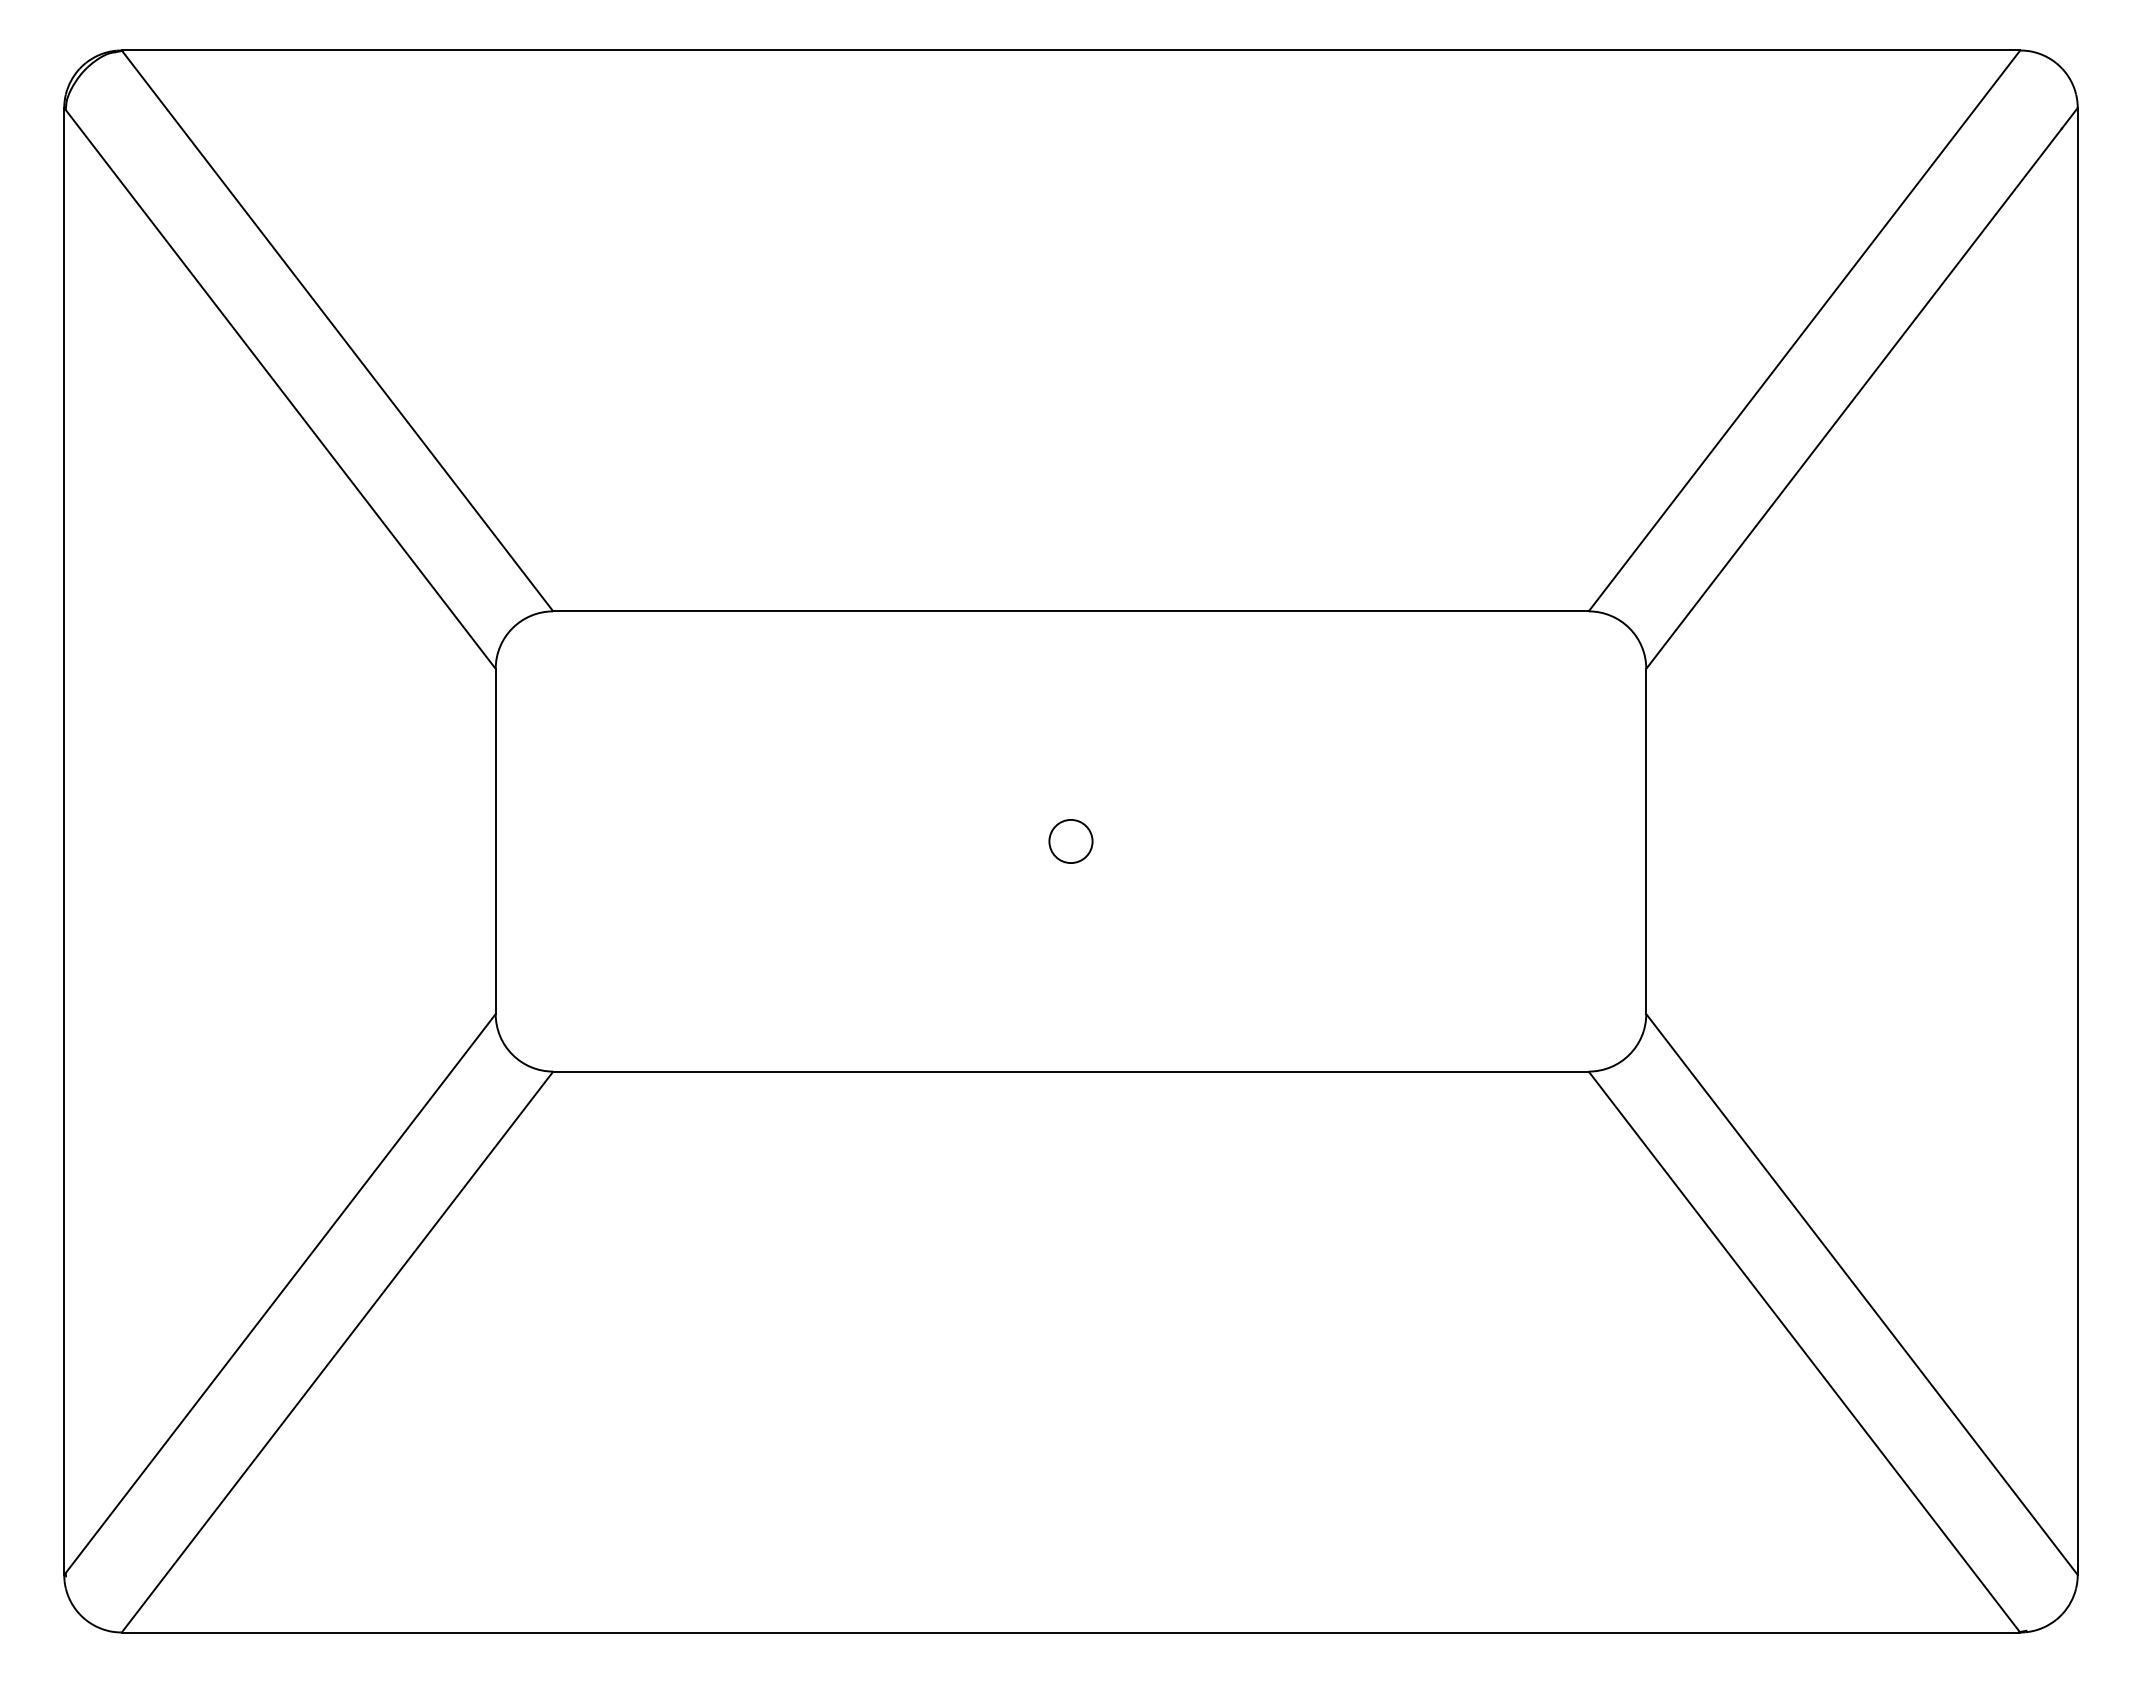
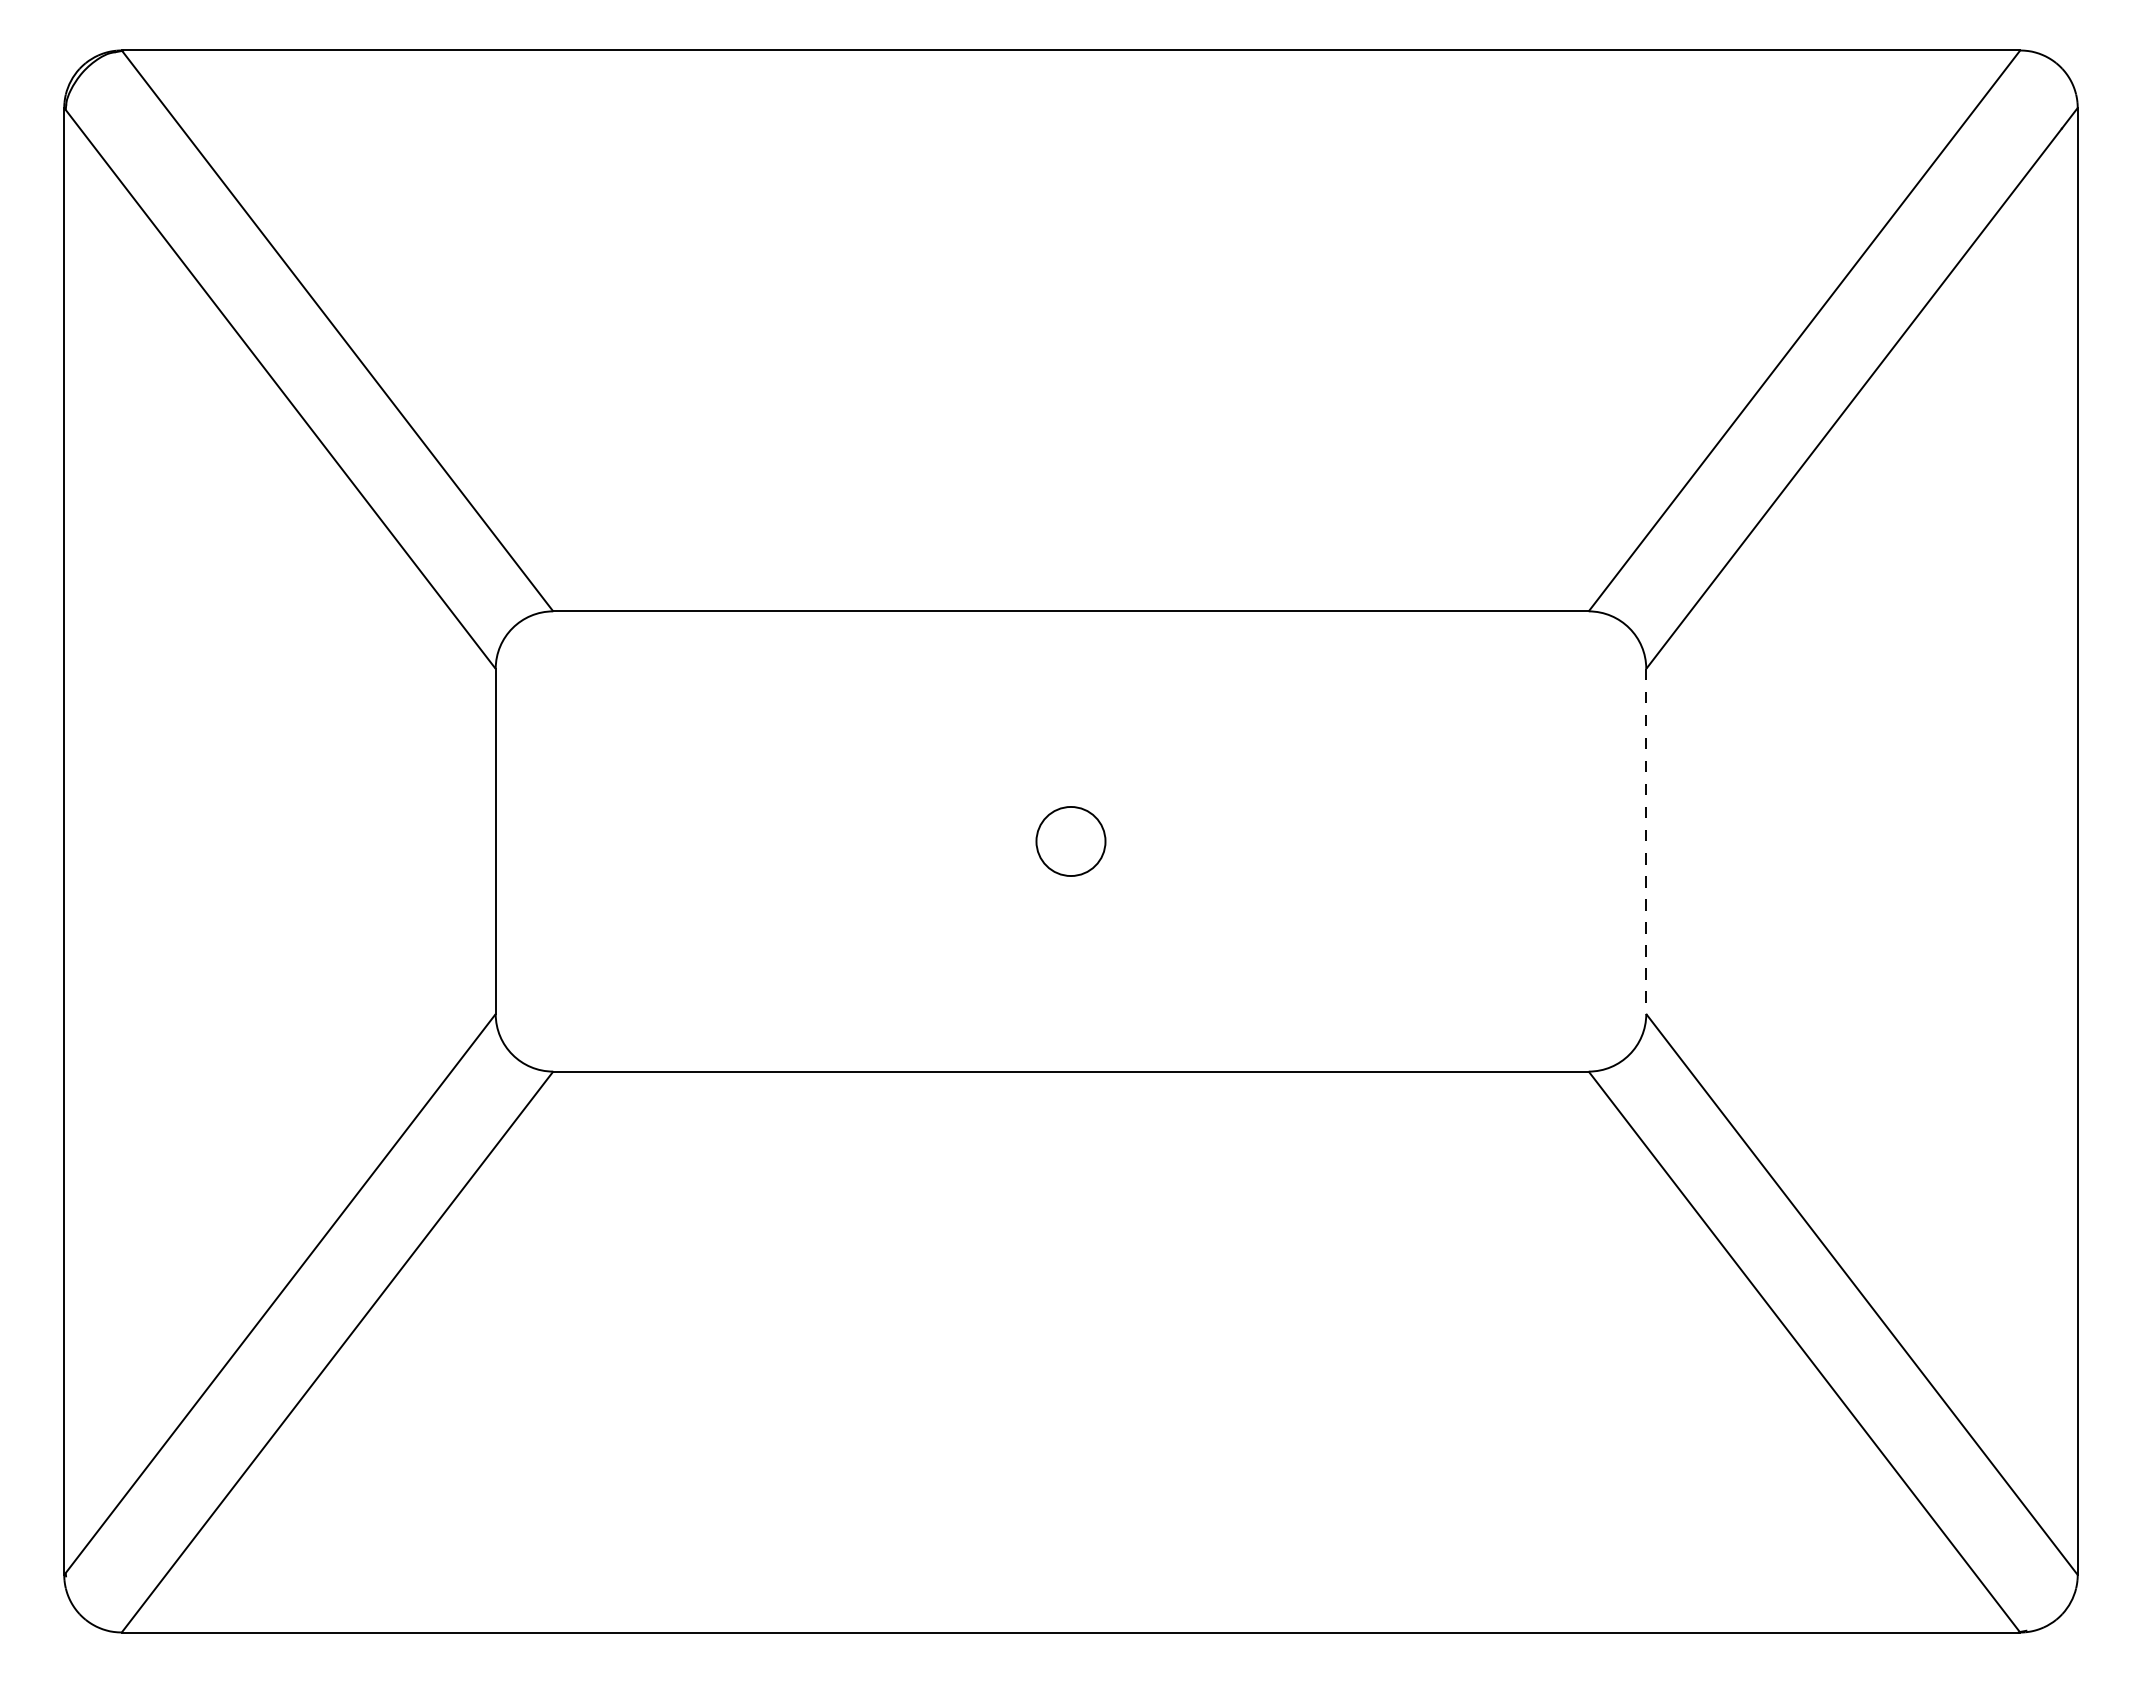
circle at (1070, 841) diameter: 43 px -> 69 px
line at (1646, 841): solid -> dashed
